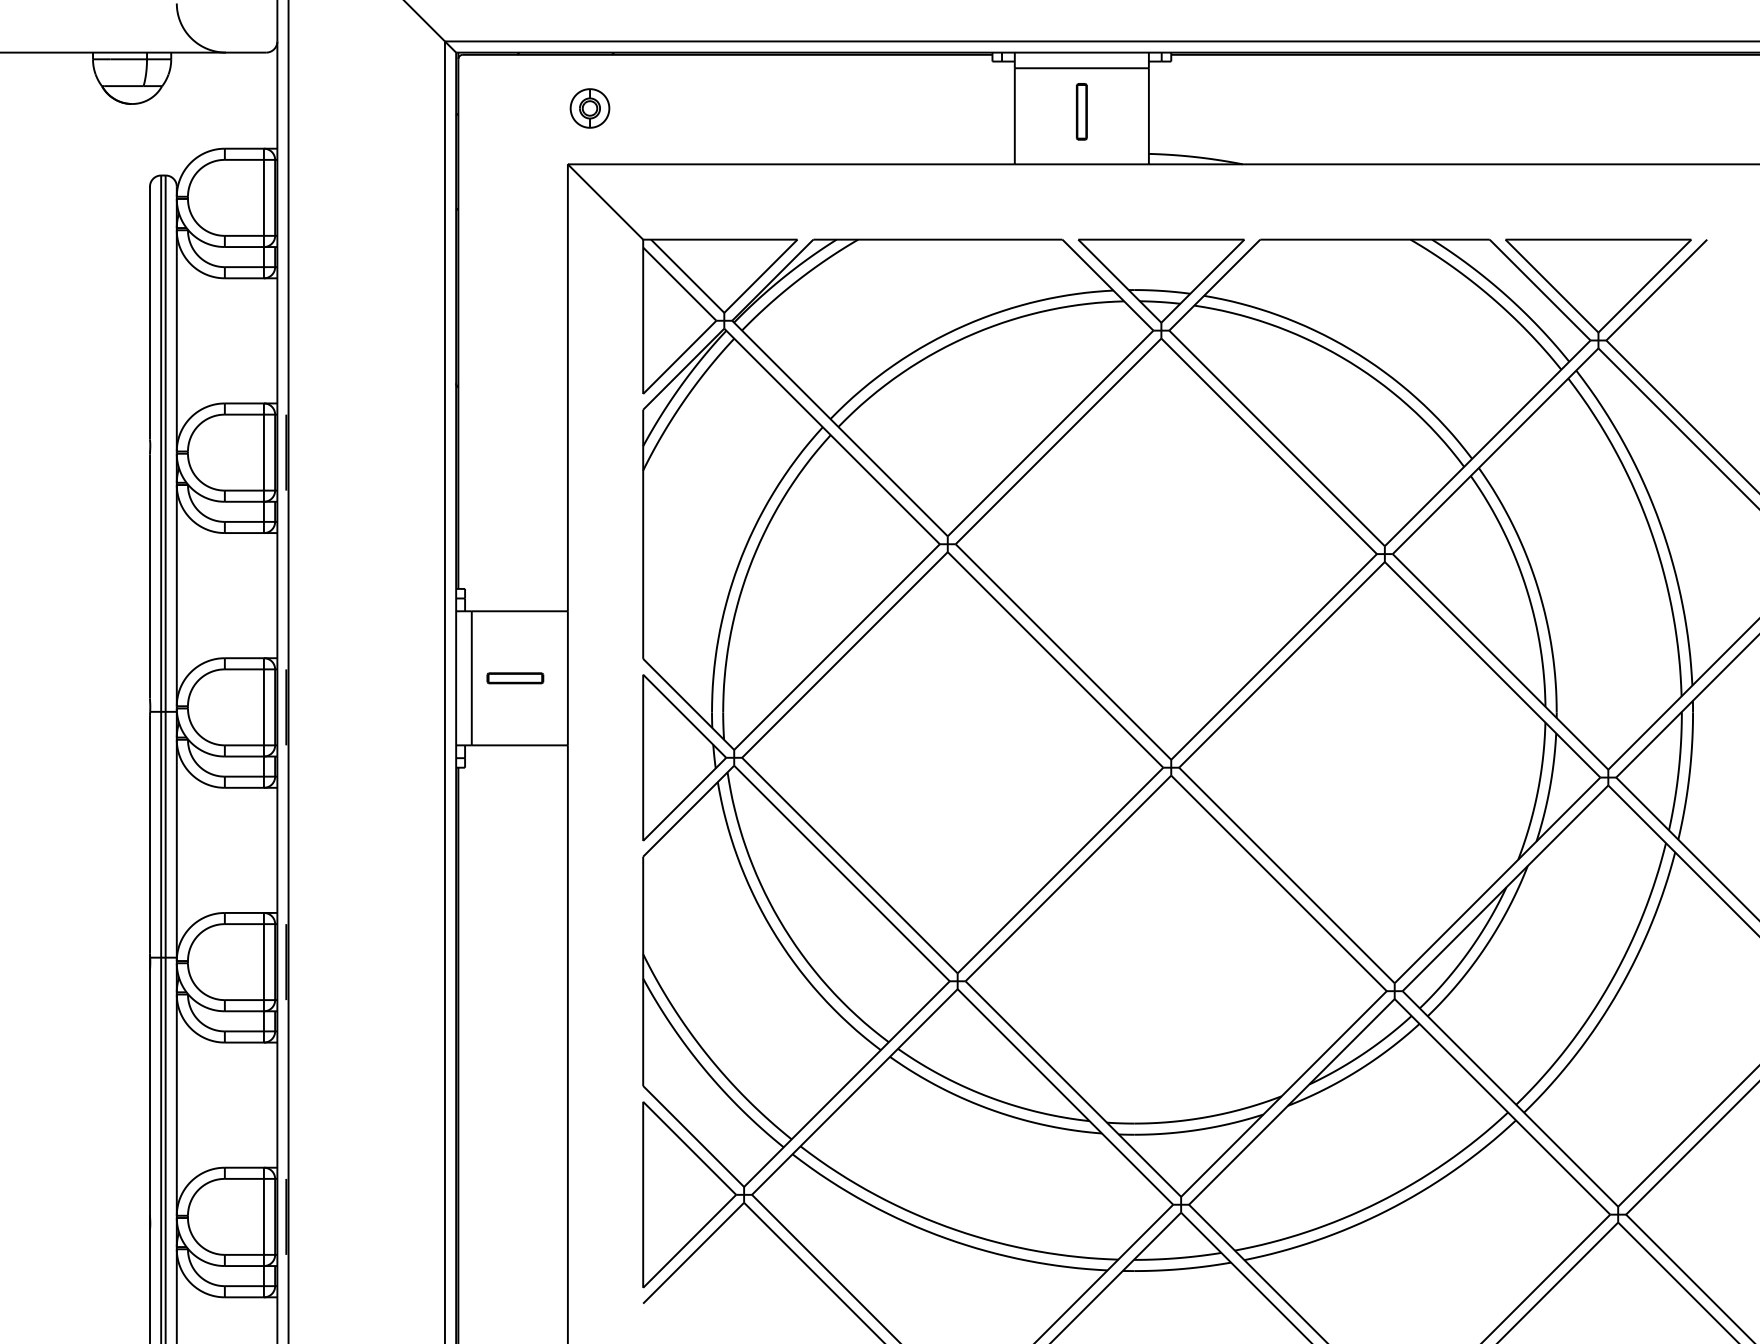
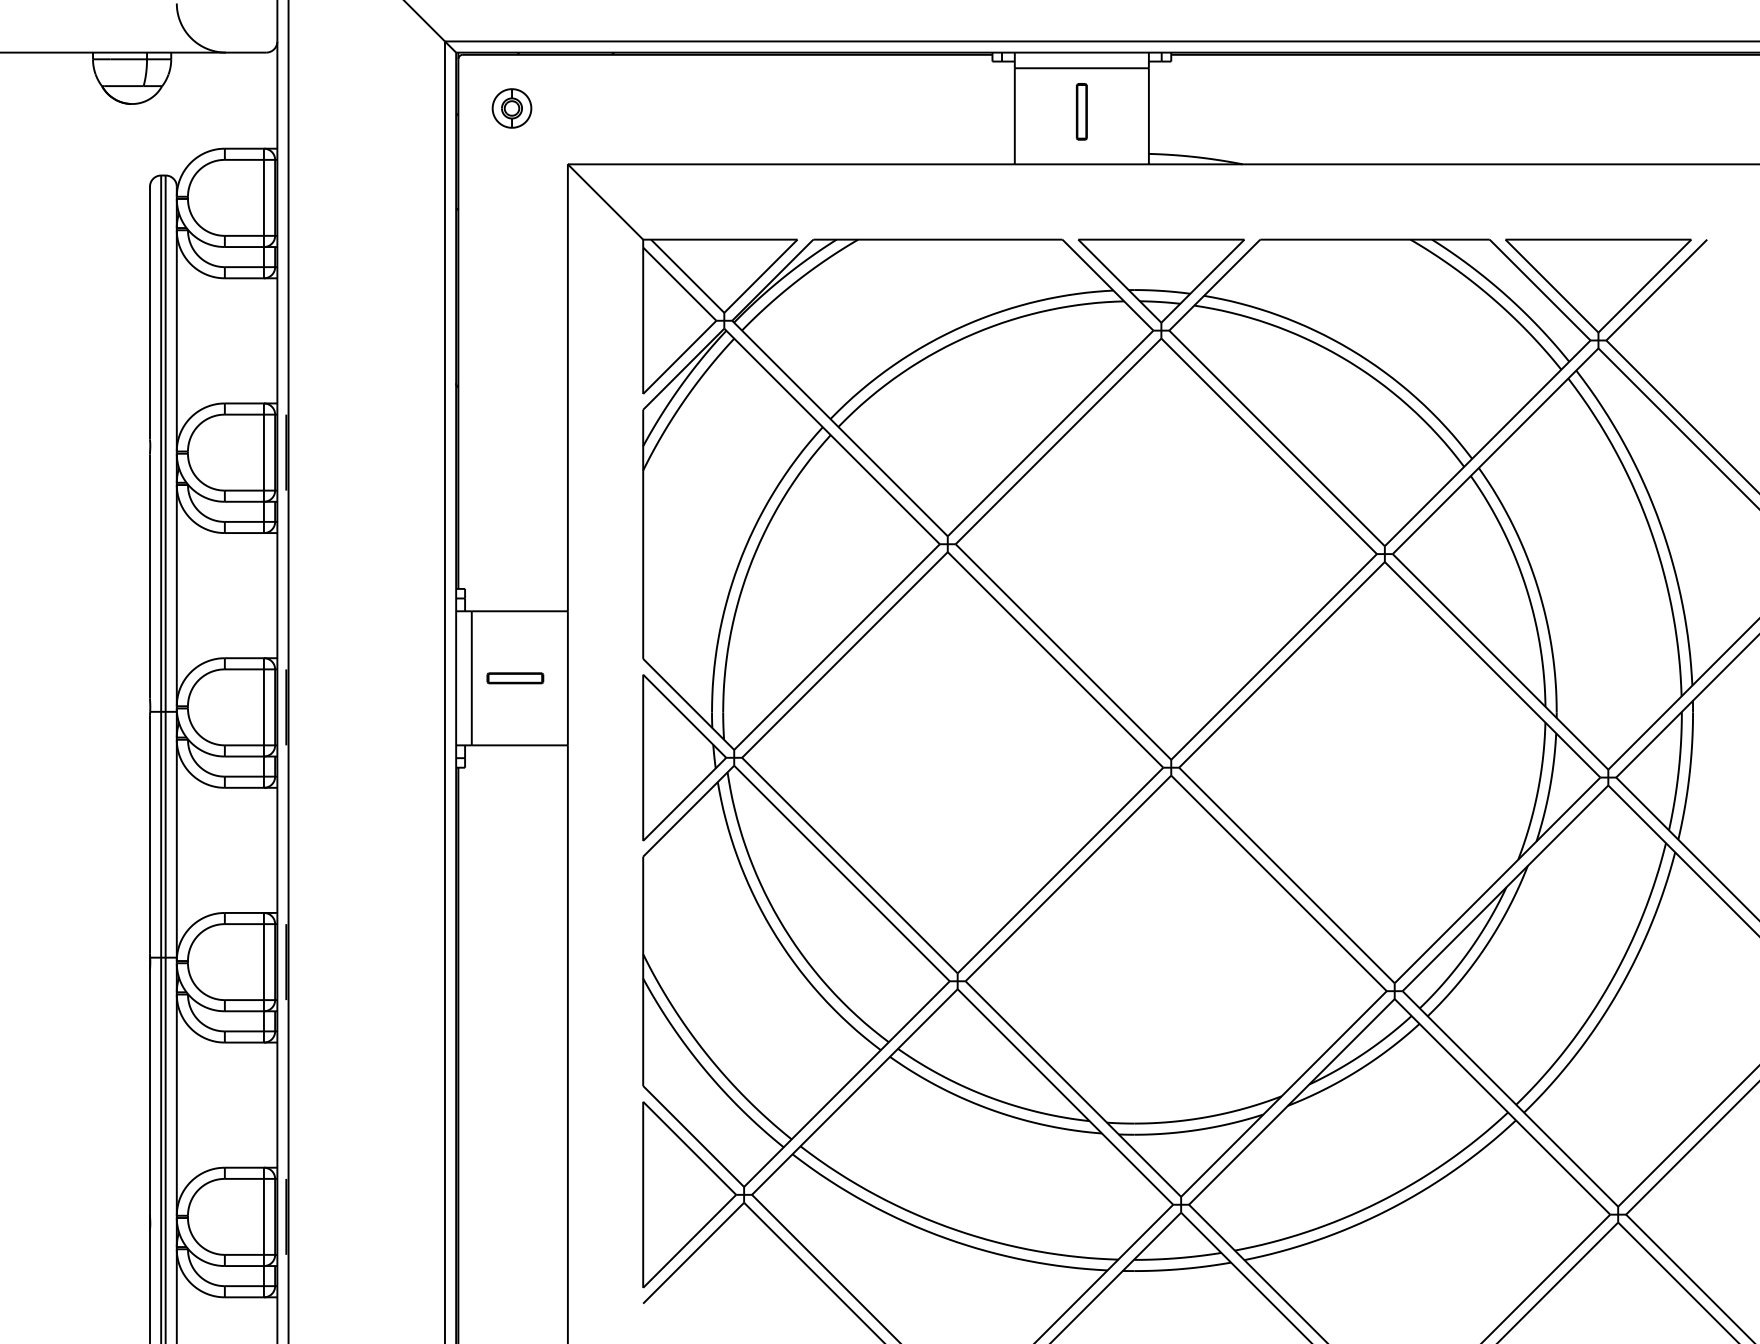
part at (589, 108) position: (589, 108) -> (511, 108)
